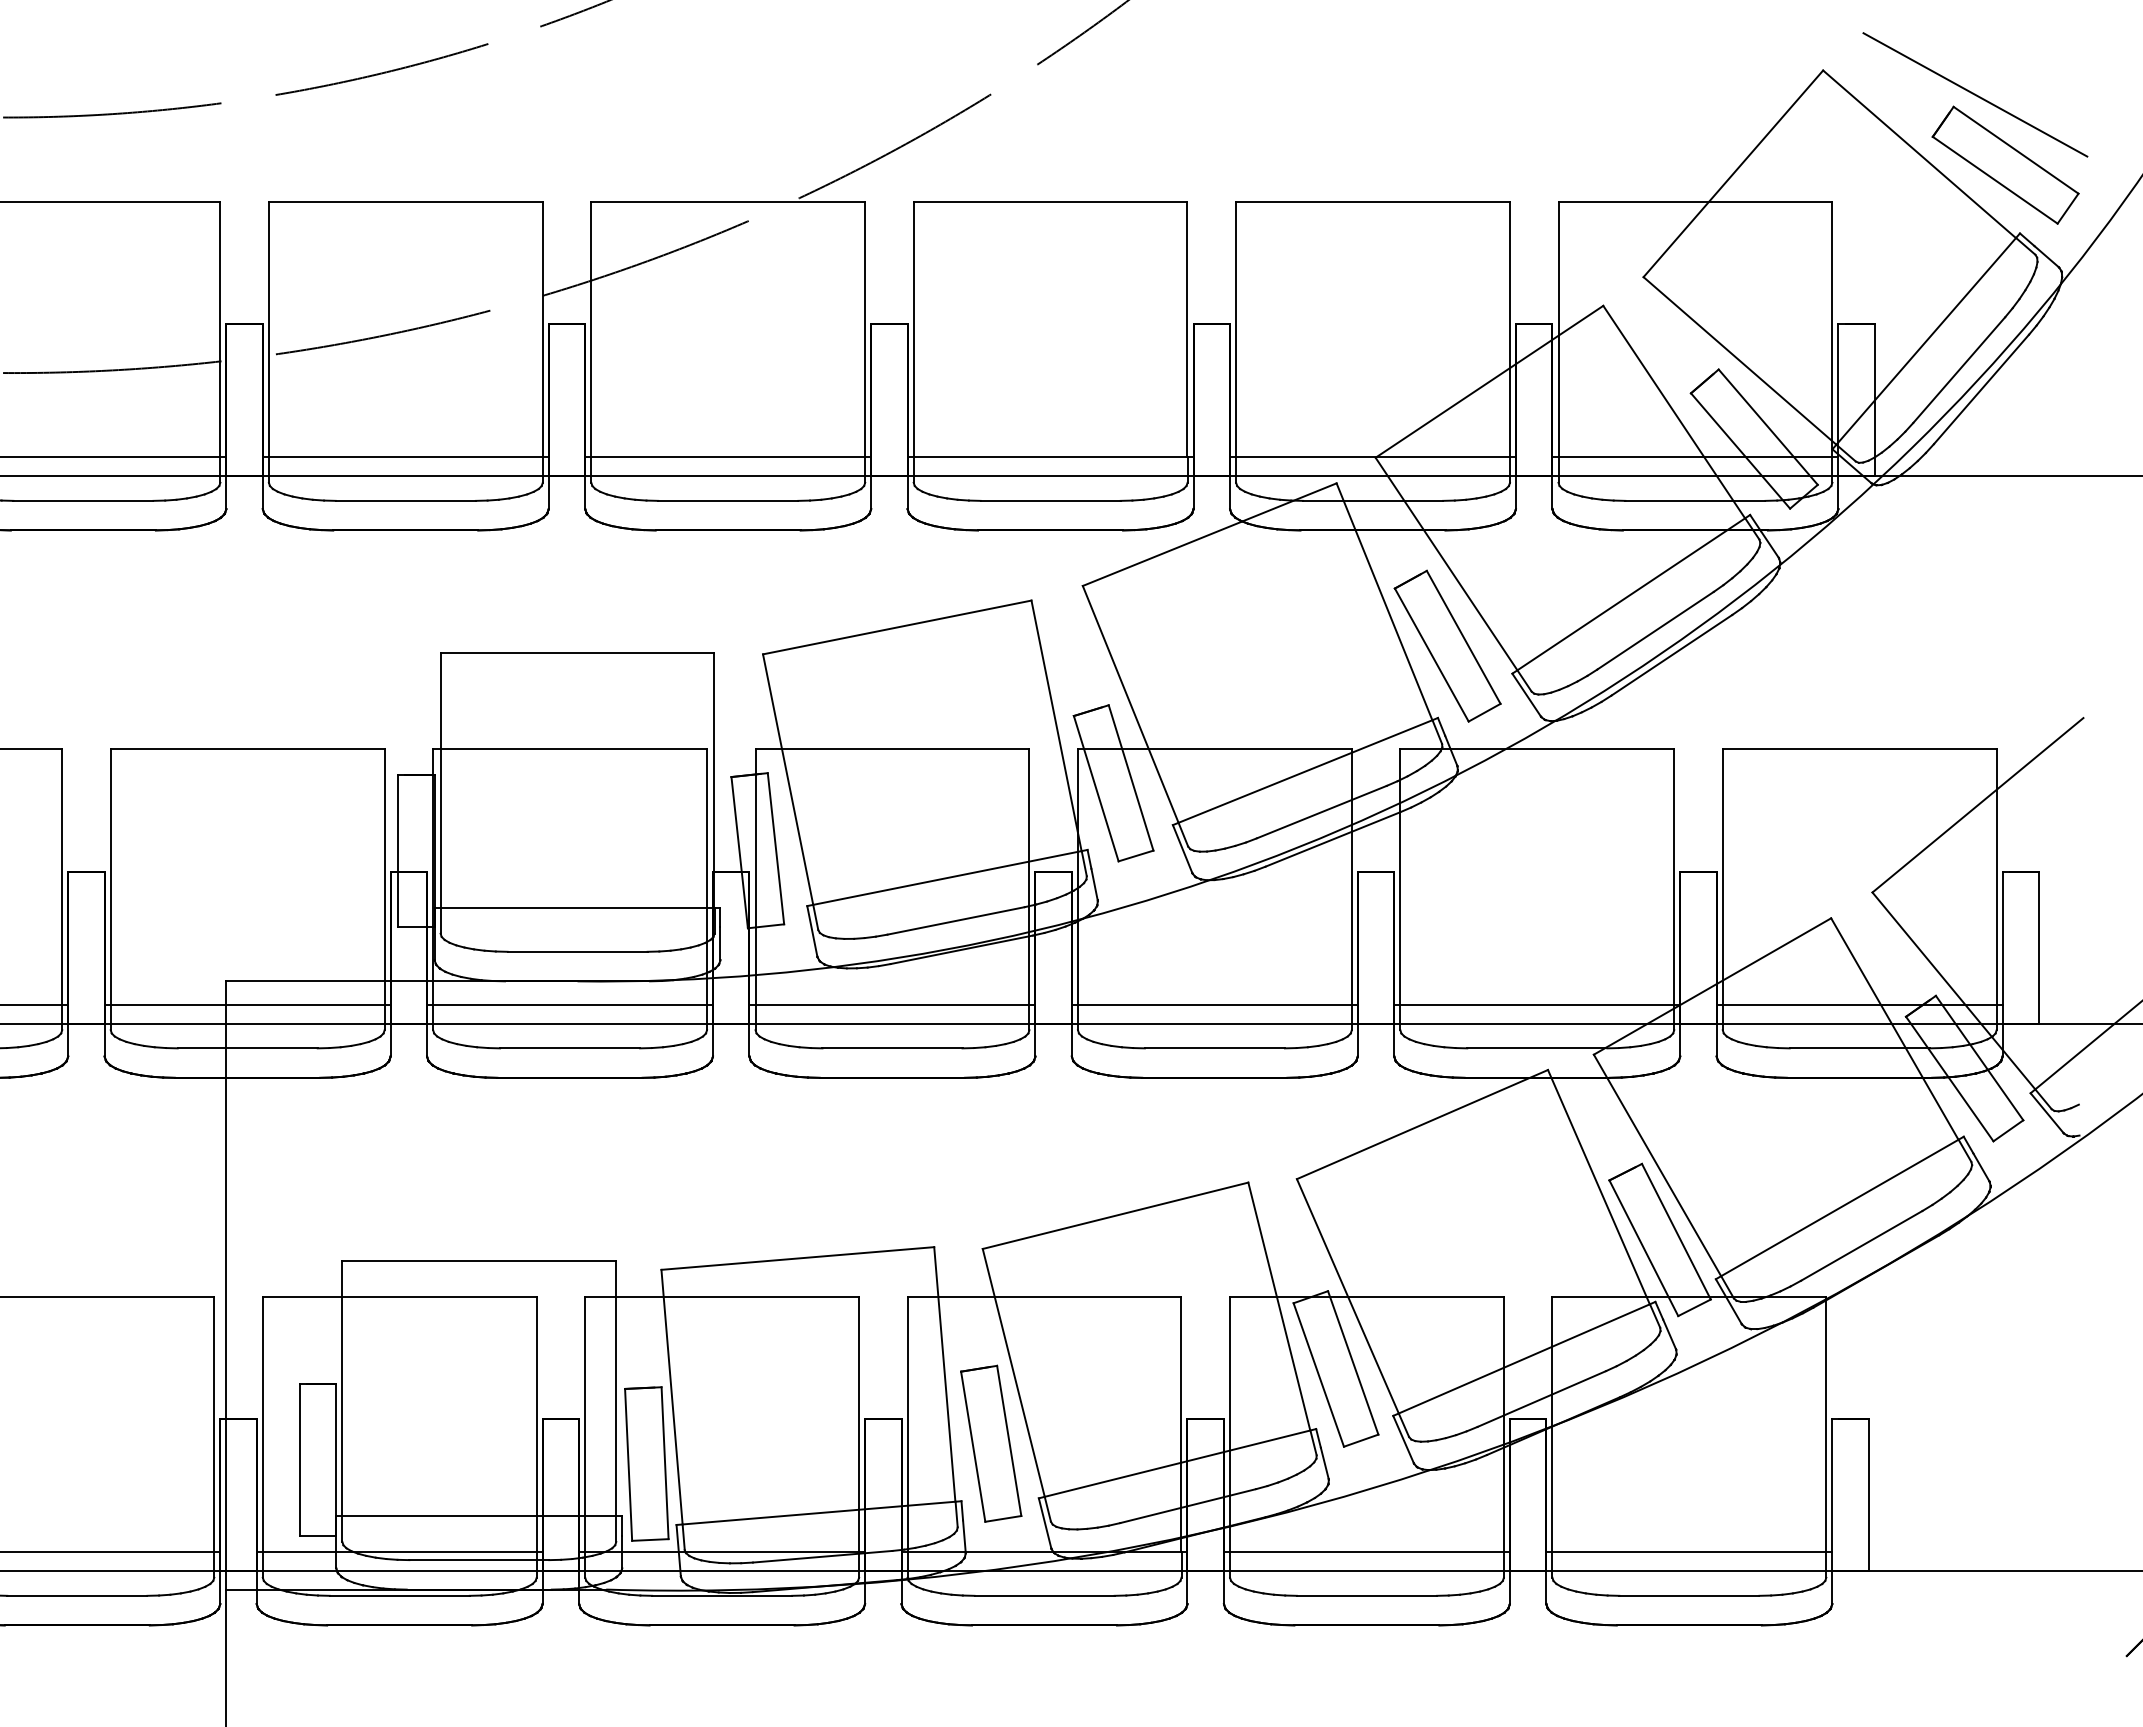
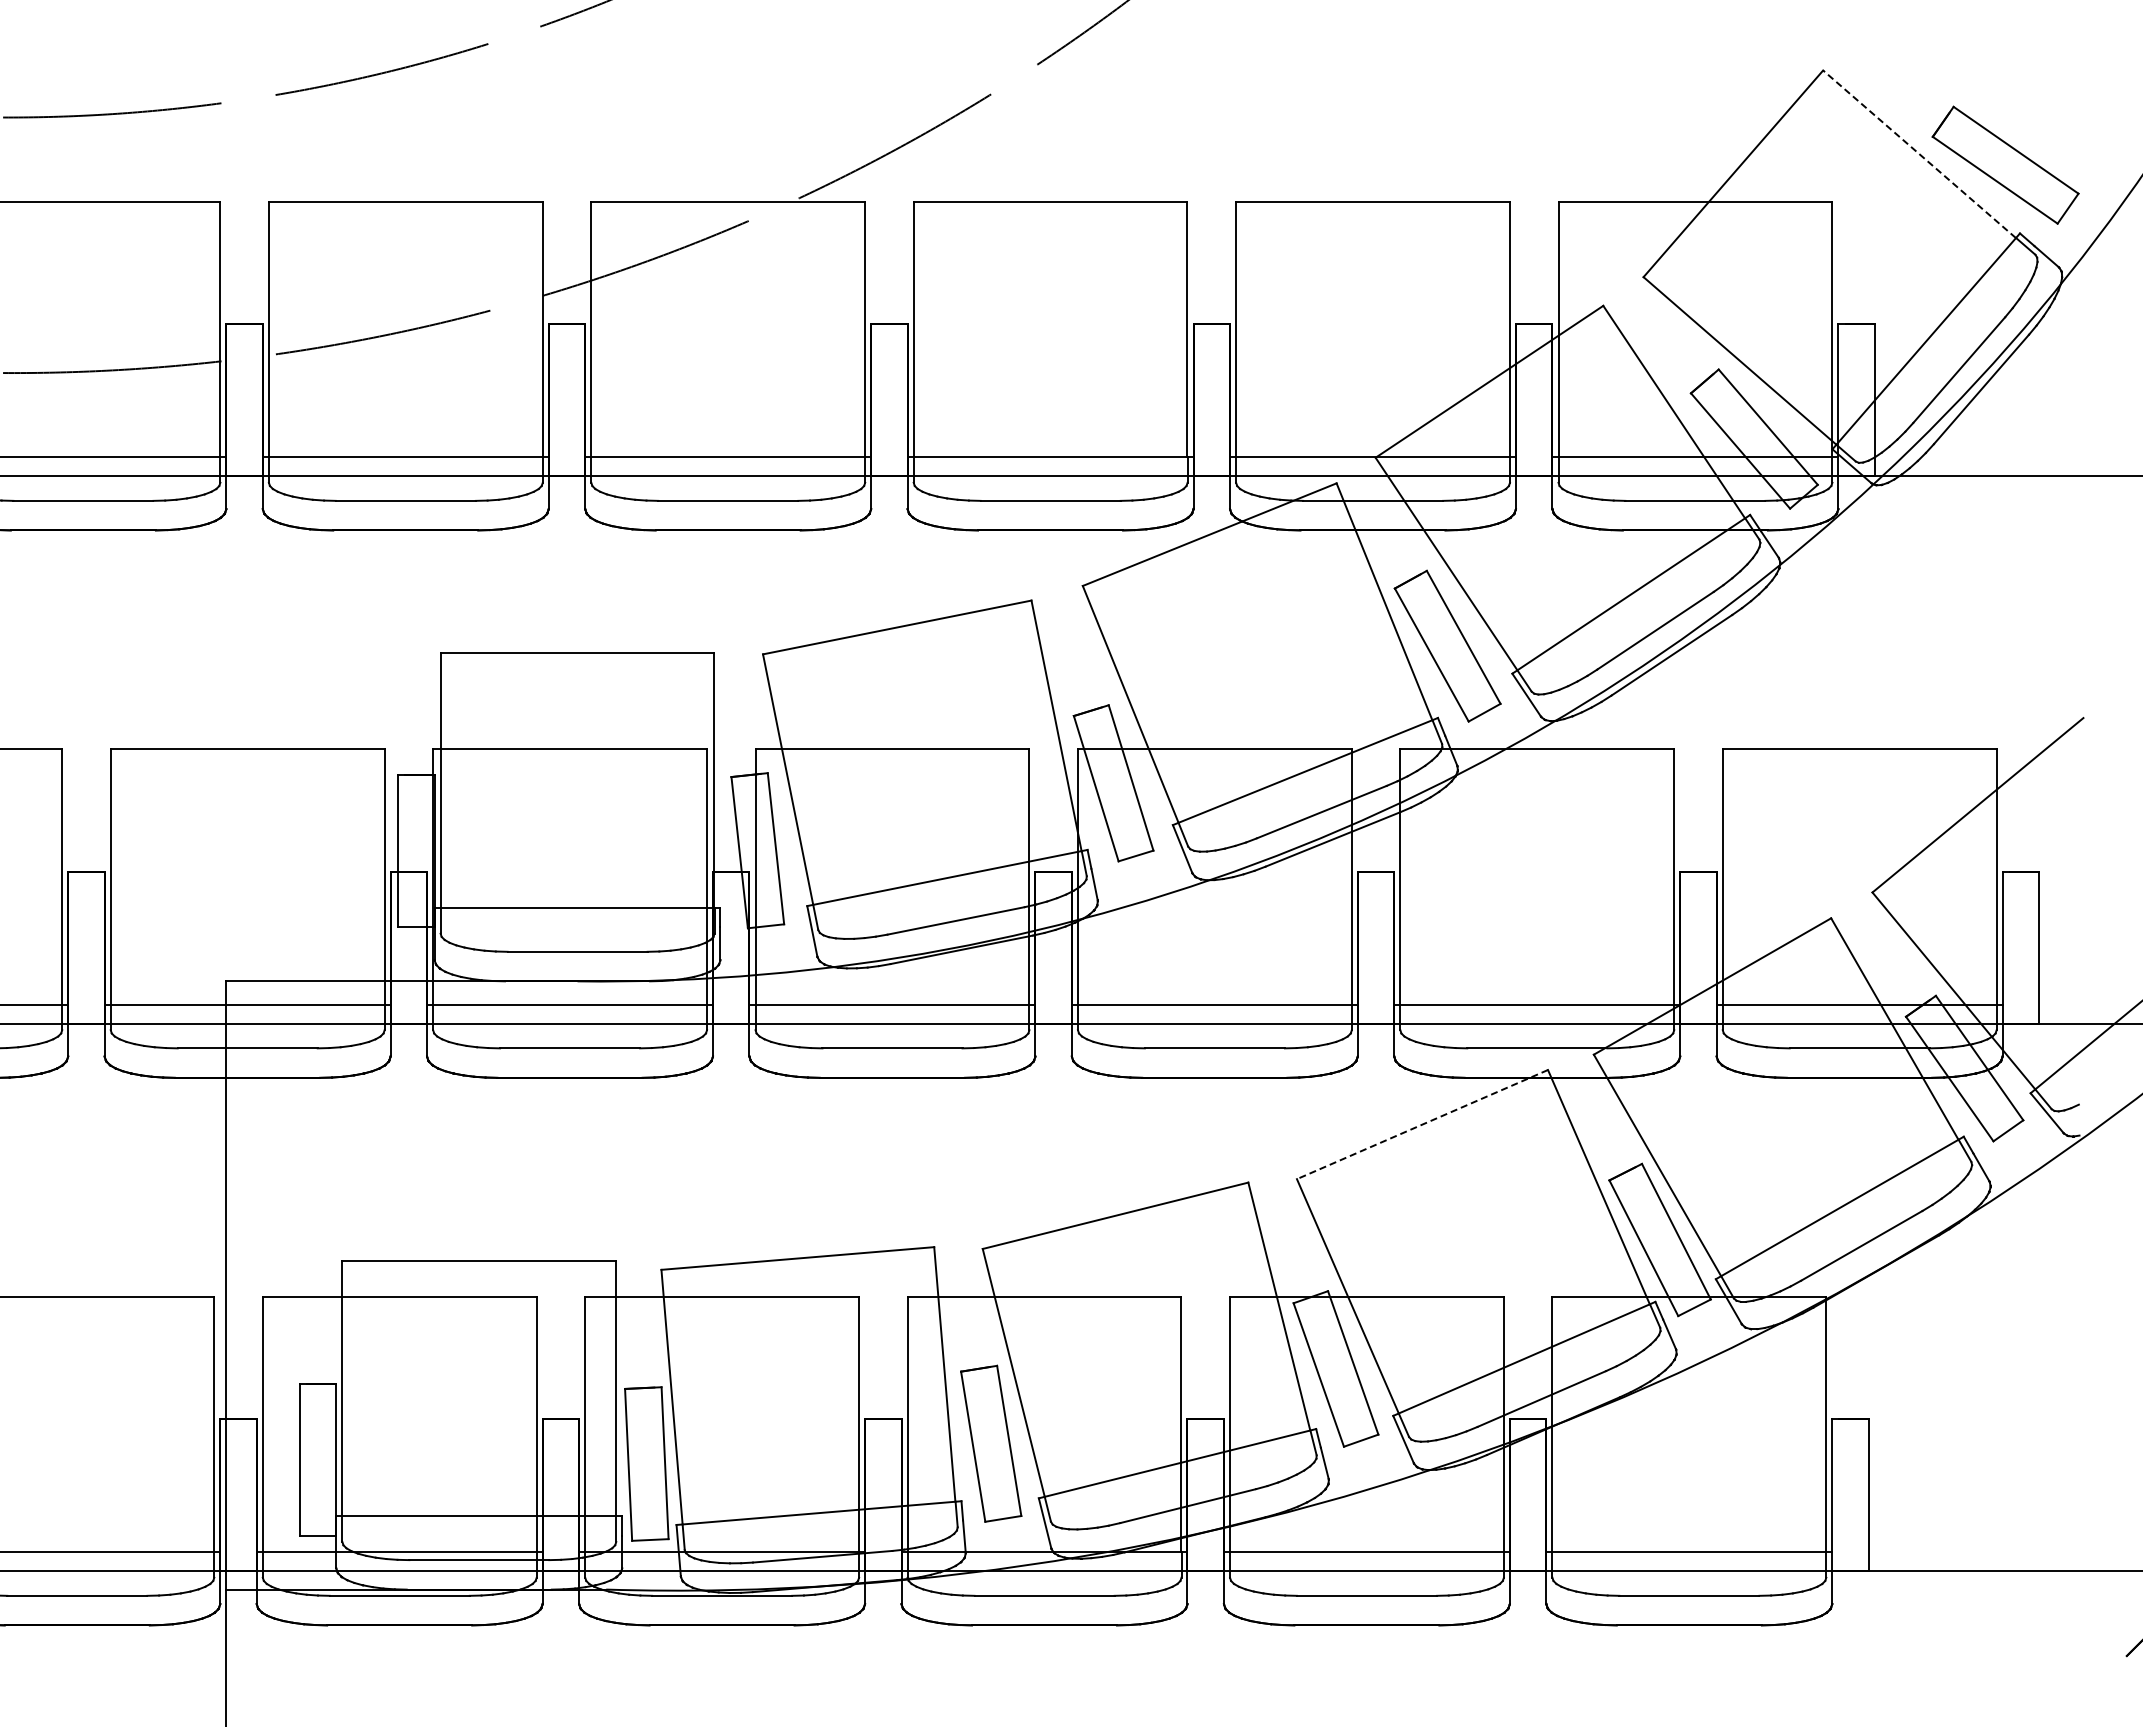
line at (1975, 94): present -> none
line at (1919, 154): solid -> dashed
line at (1422, 1124): solid -> dashed
